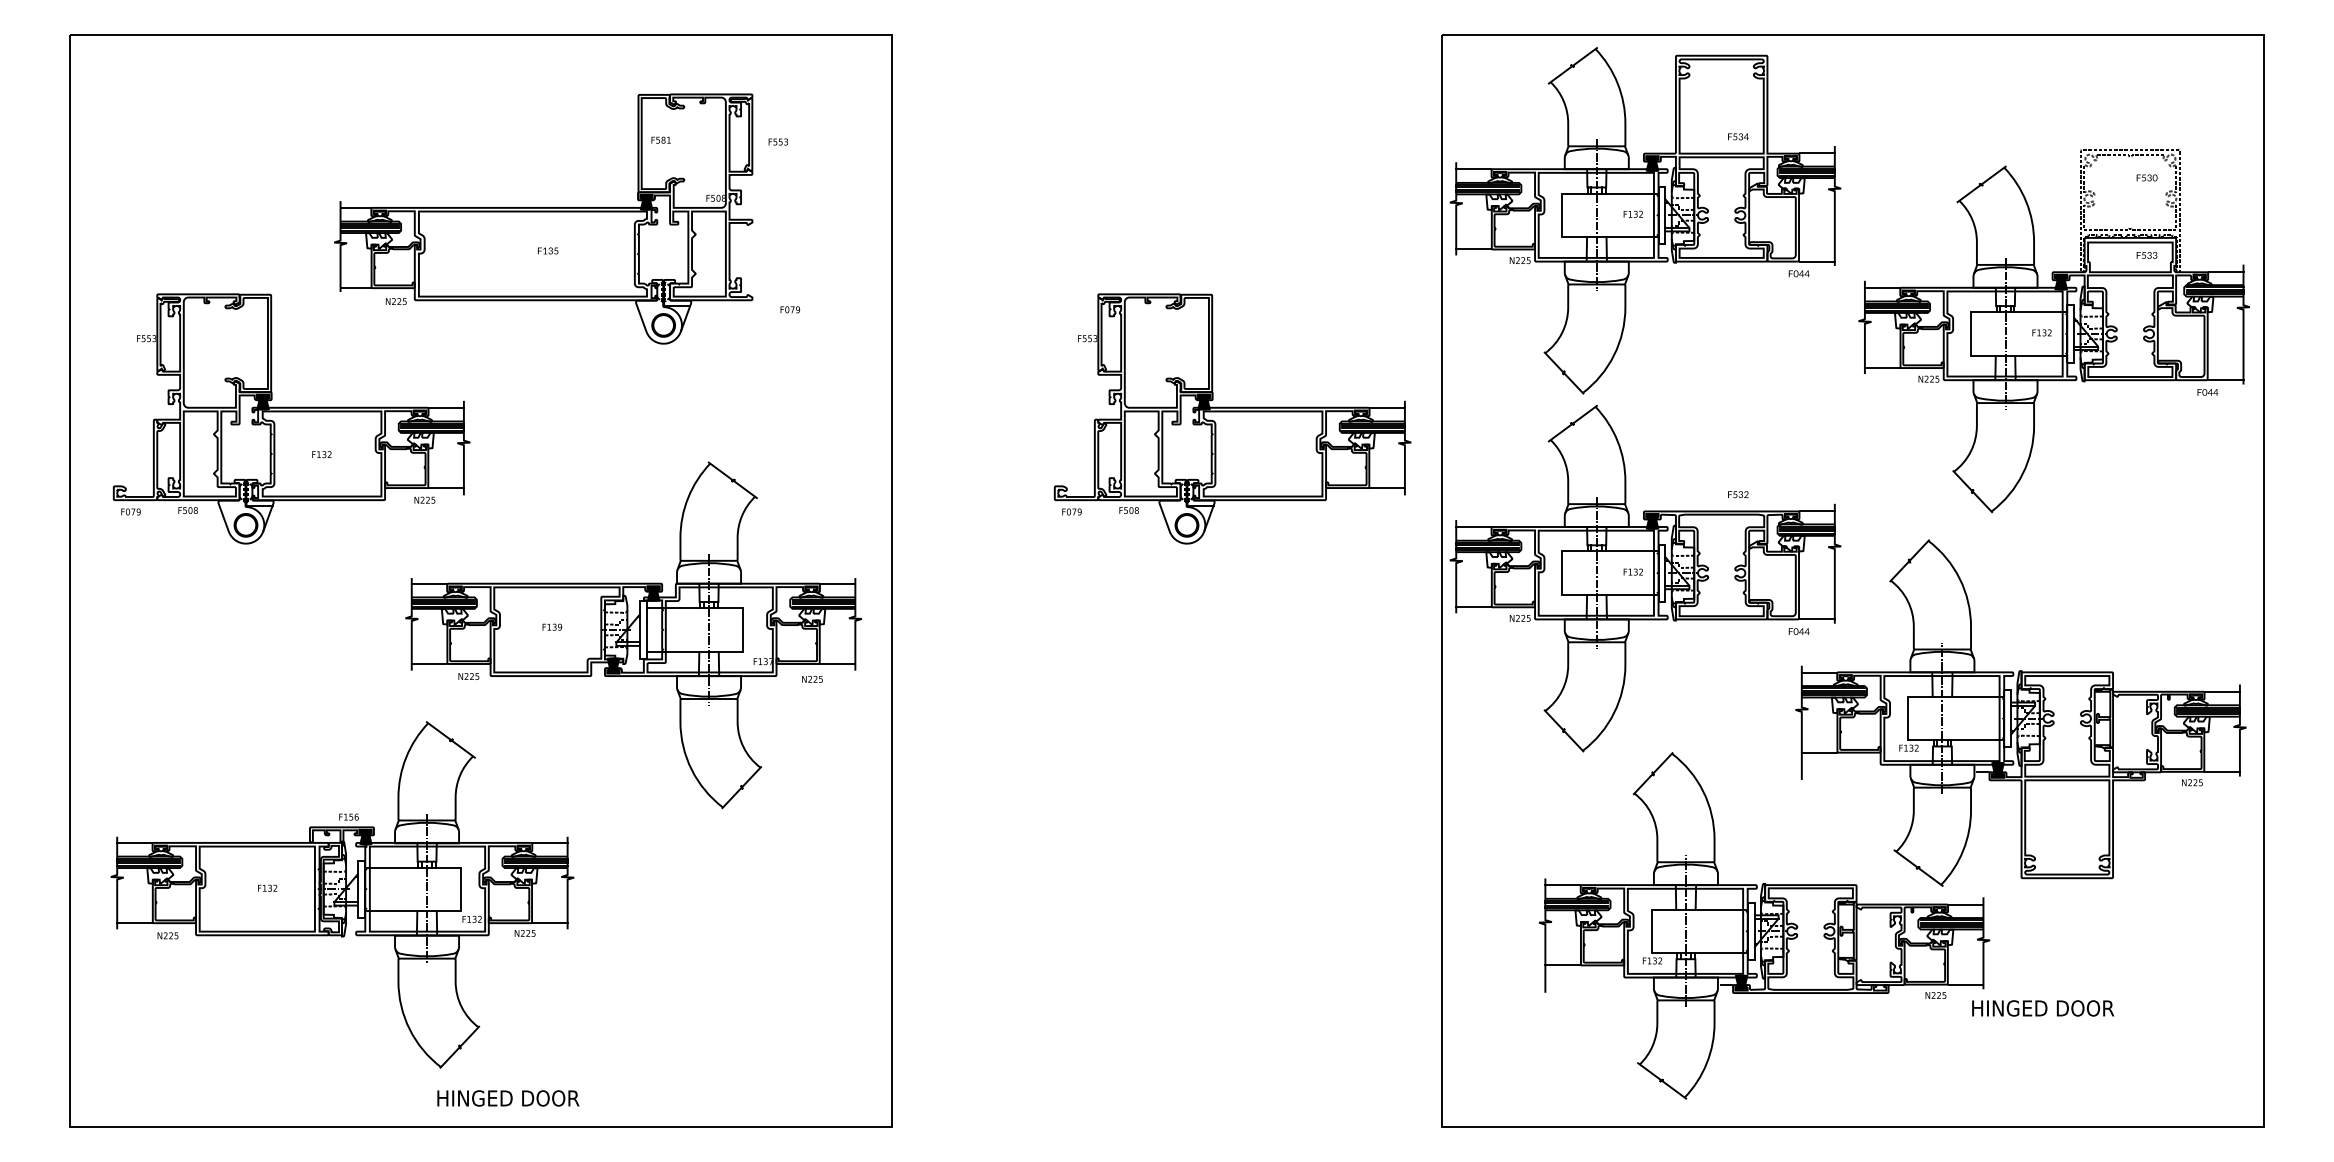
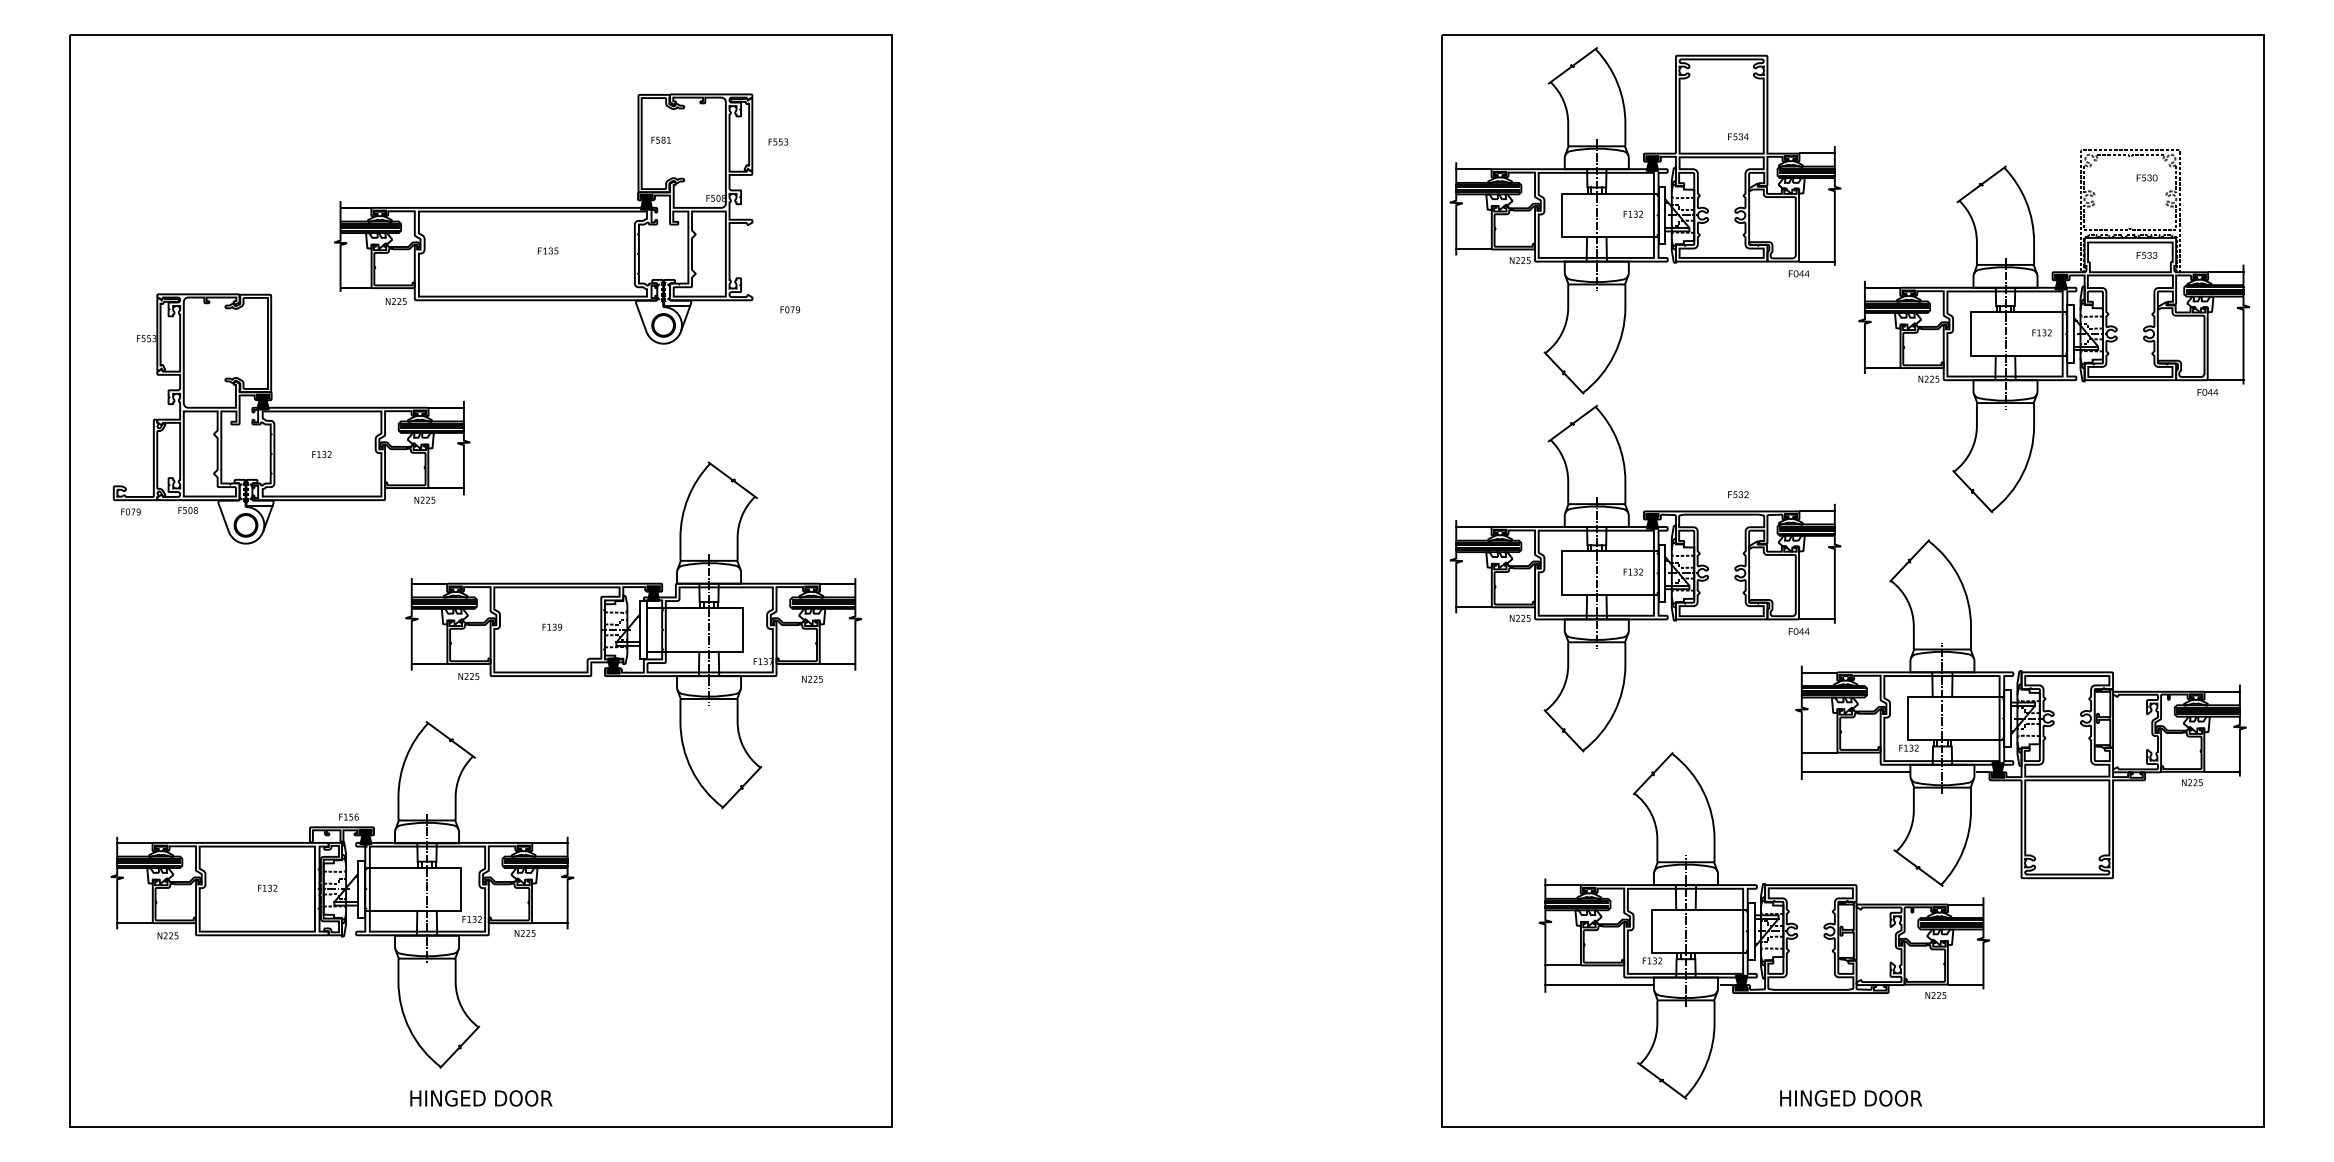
part at (1232, 418): present -> none
line at (1855, 772): none -> present
line at (1599, 985): none -> present
text at (2043, 1008) position: (2043, 1008) -> (1851, 1098)
text at (508, 1098) position: (508, 1098) -> (481, 1098)
